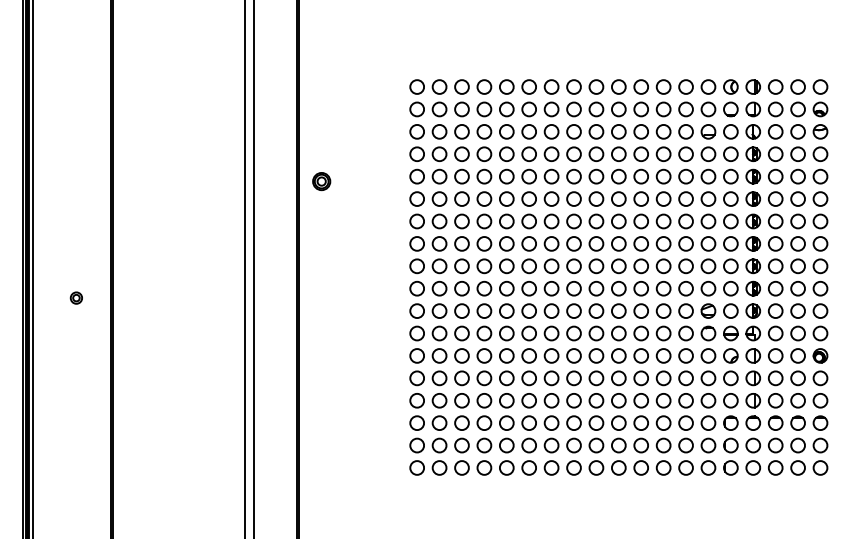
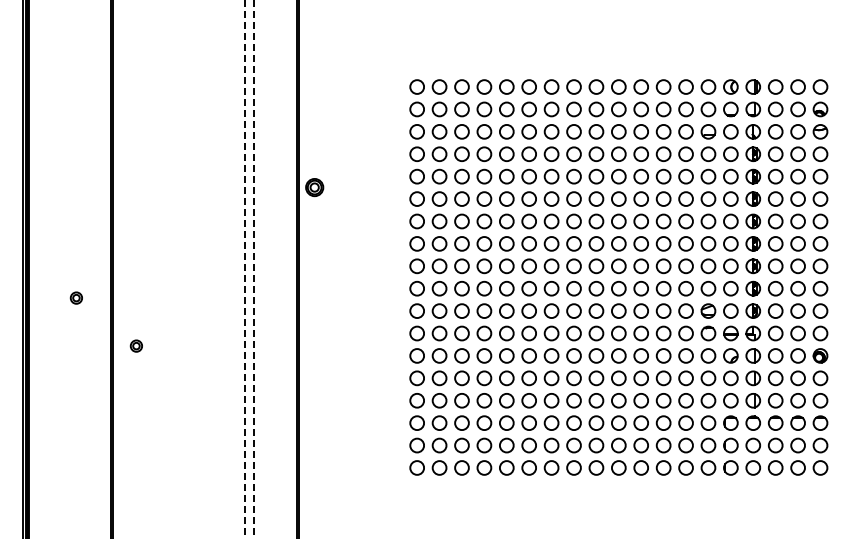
part at (321, 181) position: (321, 181) -> (314, 187)
line at (32, 268): present -> none
line at (245, 269): solid -> dashed
line at (253, 269): solid -> dashed
part at (135, 345): none -> present
